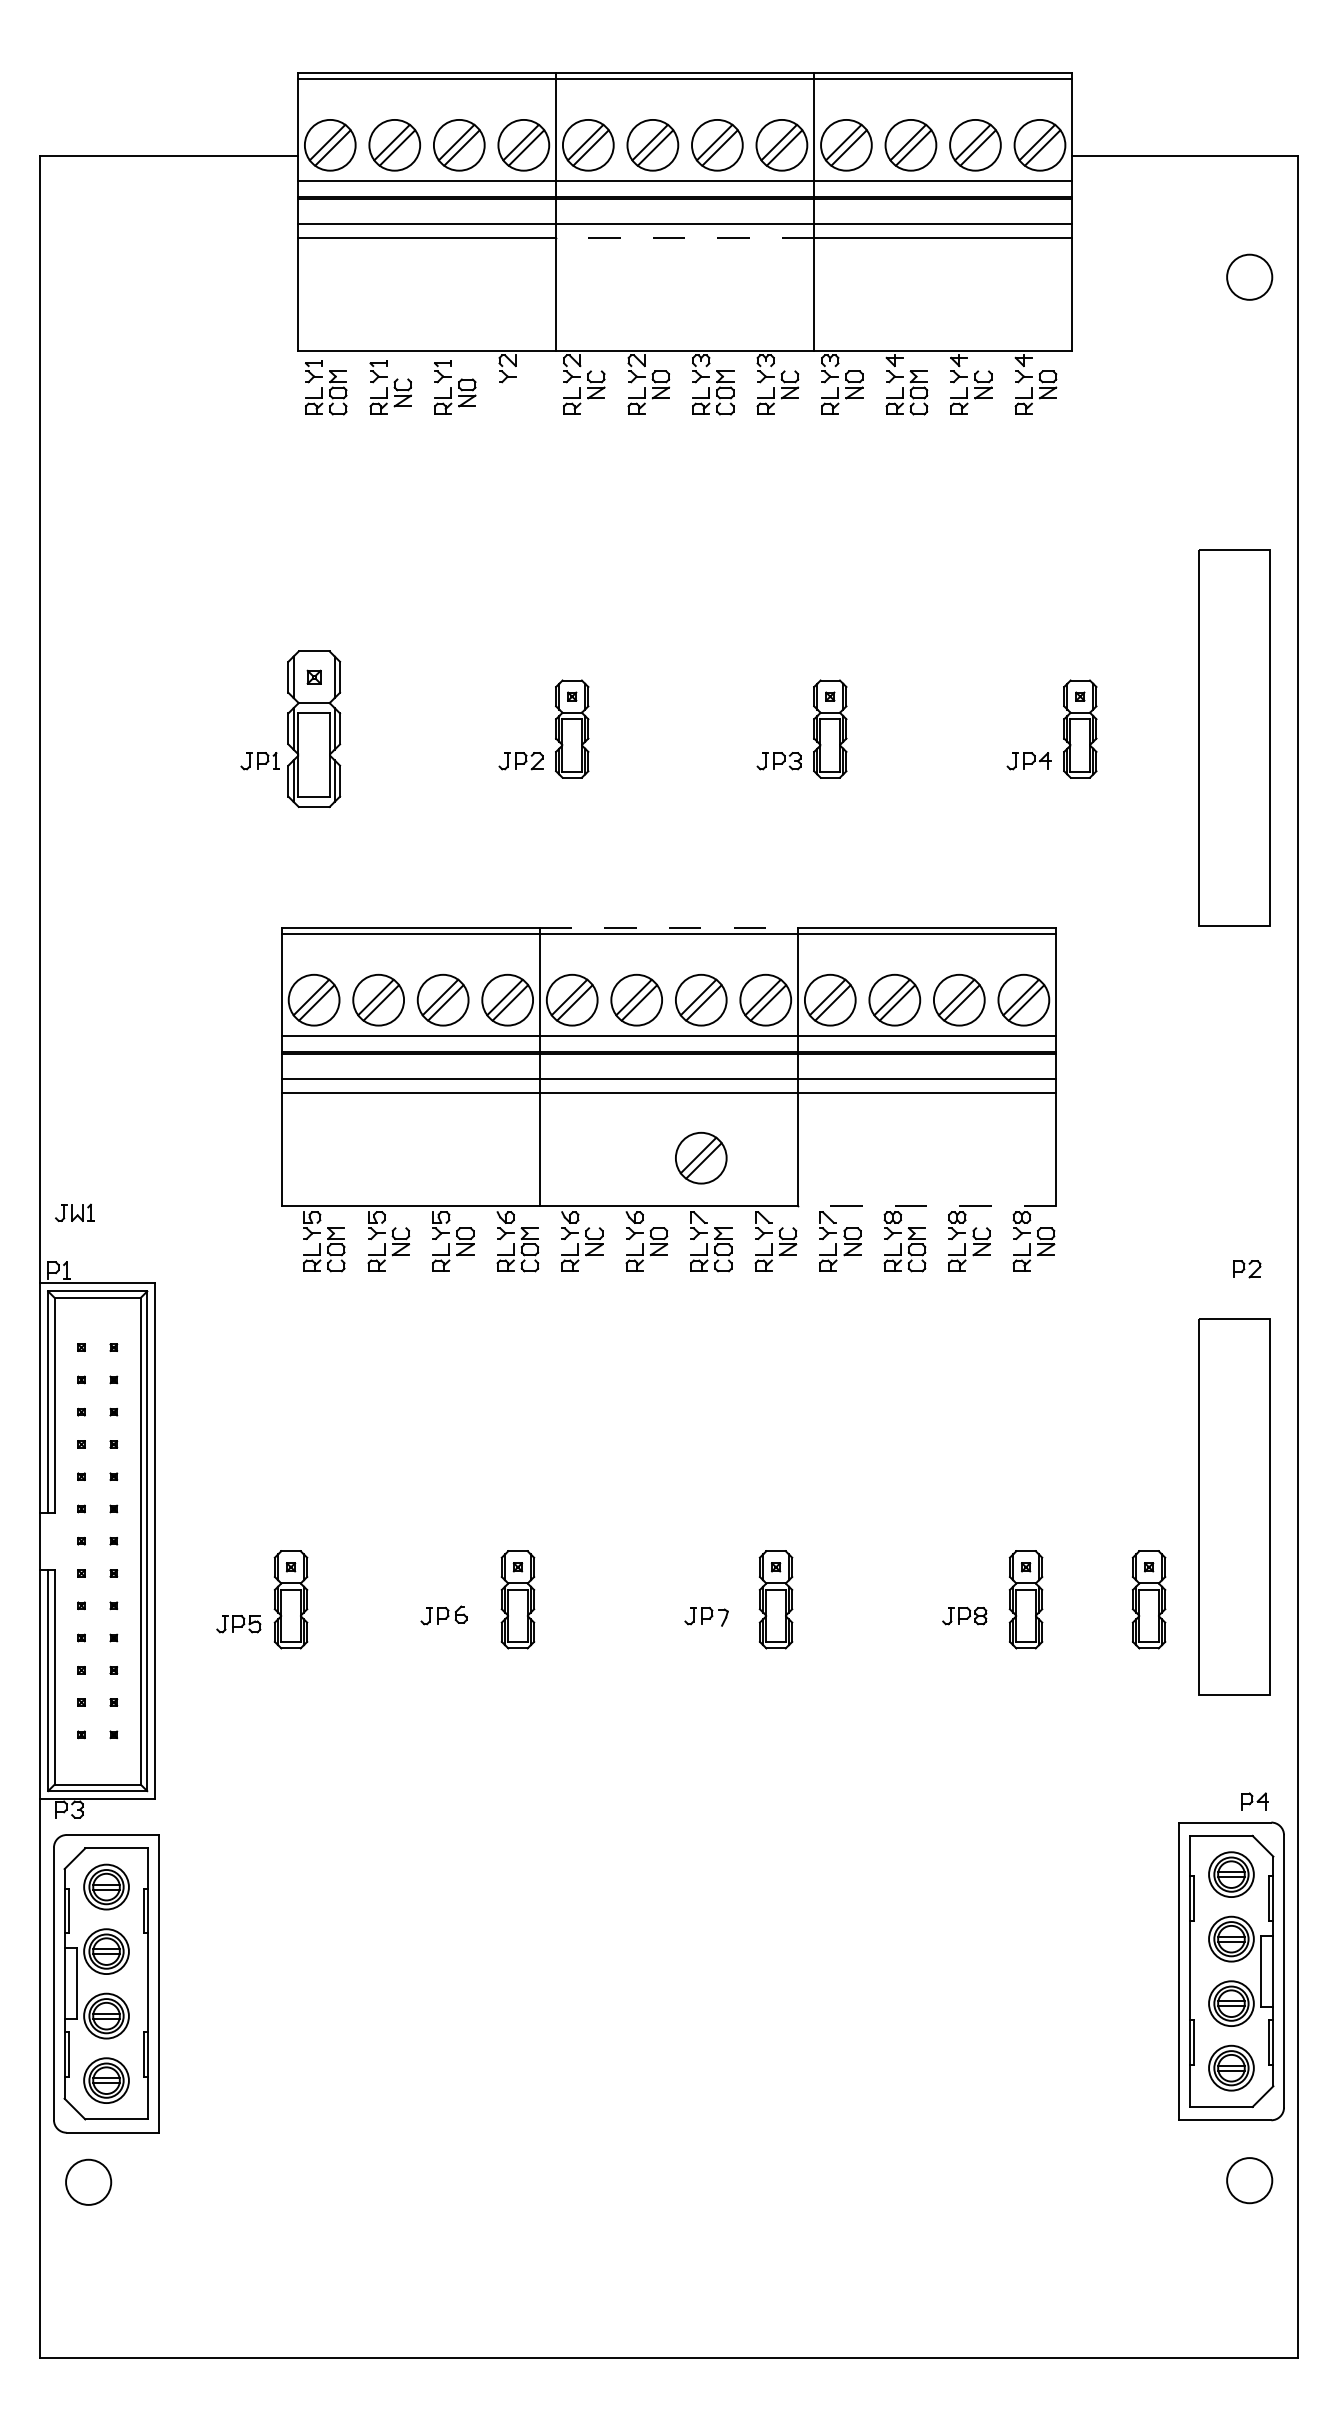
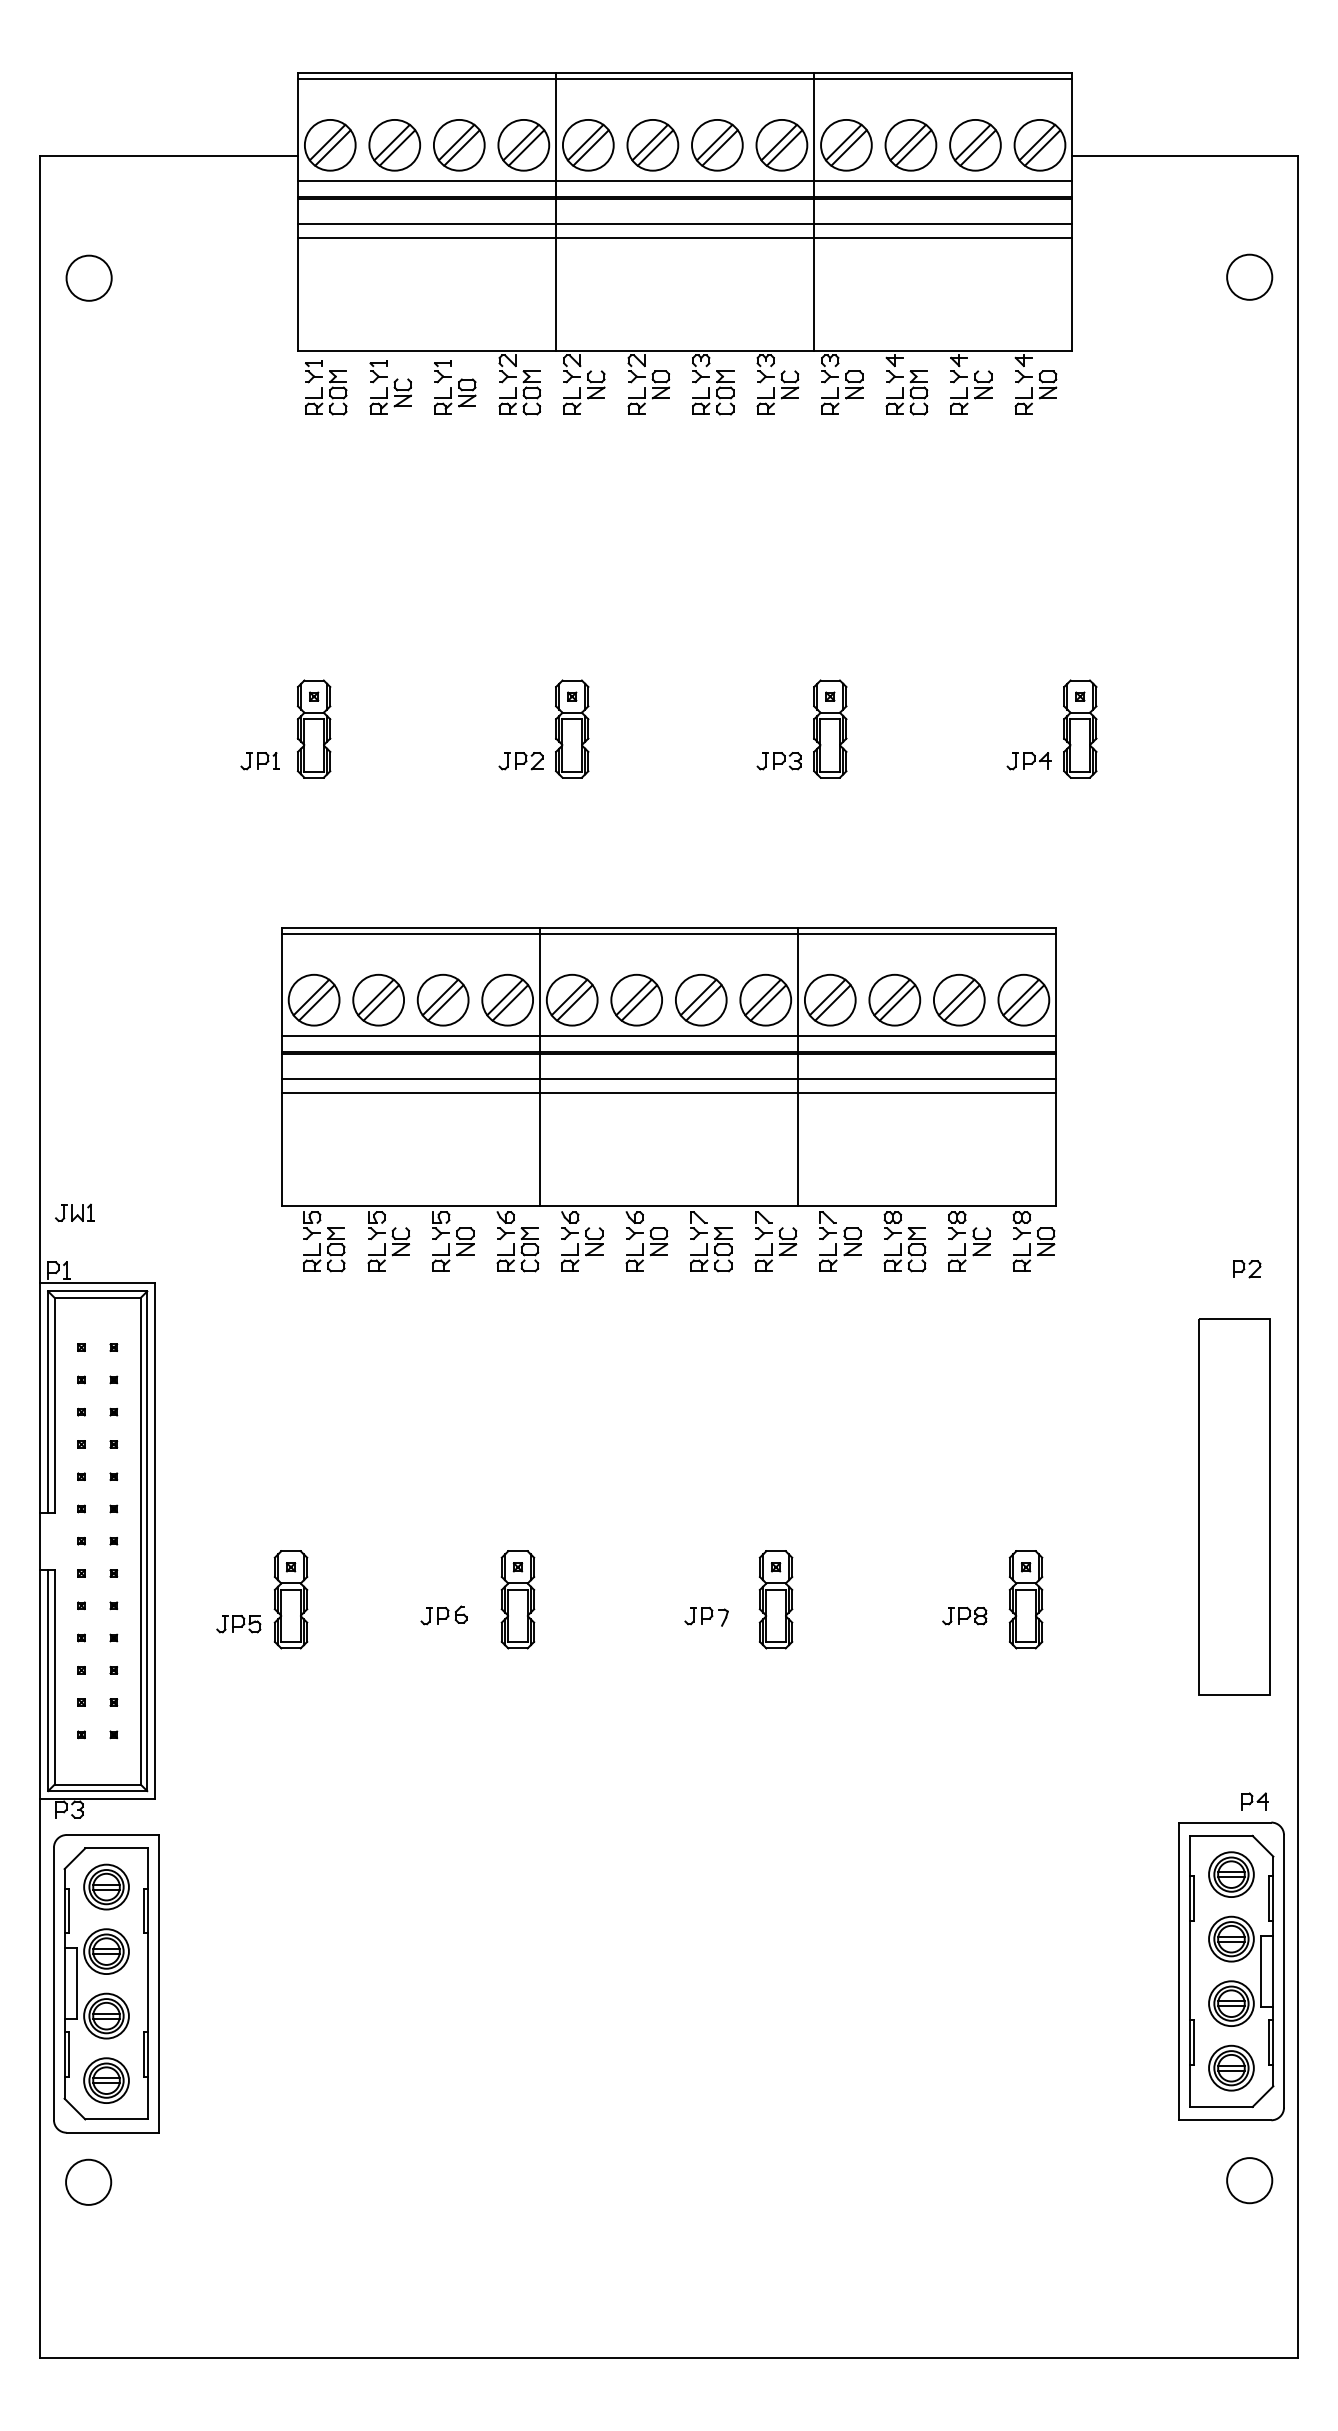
line at (684, 238): dashed -> solid
circle at (88, 277): none -> present
part at (519, 392): none -> present
part at (314, 728) size: 55x158 px -> 36x100 px
part at (1234, 737): present -> none
line at (669, 927): dashed -> solid
part at (701, 1157): present -> none
line at (926, 1205): dashed -> solid
part at (1148, 1599): present -> none
